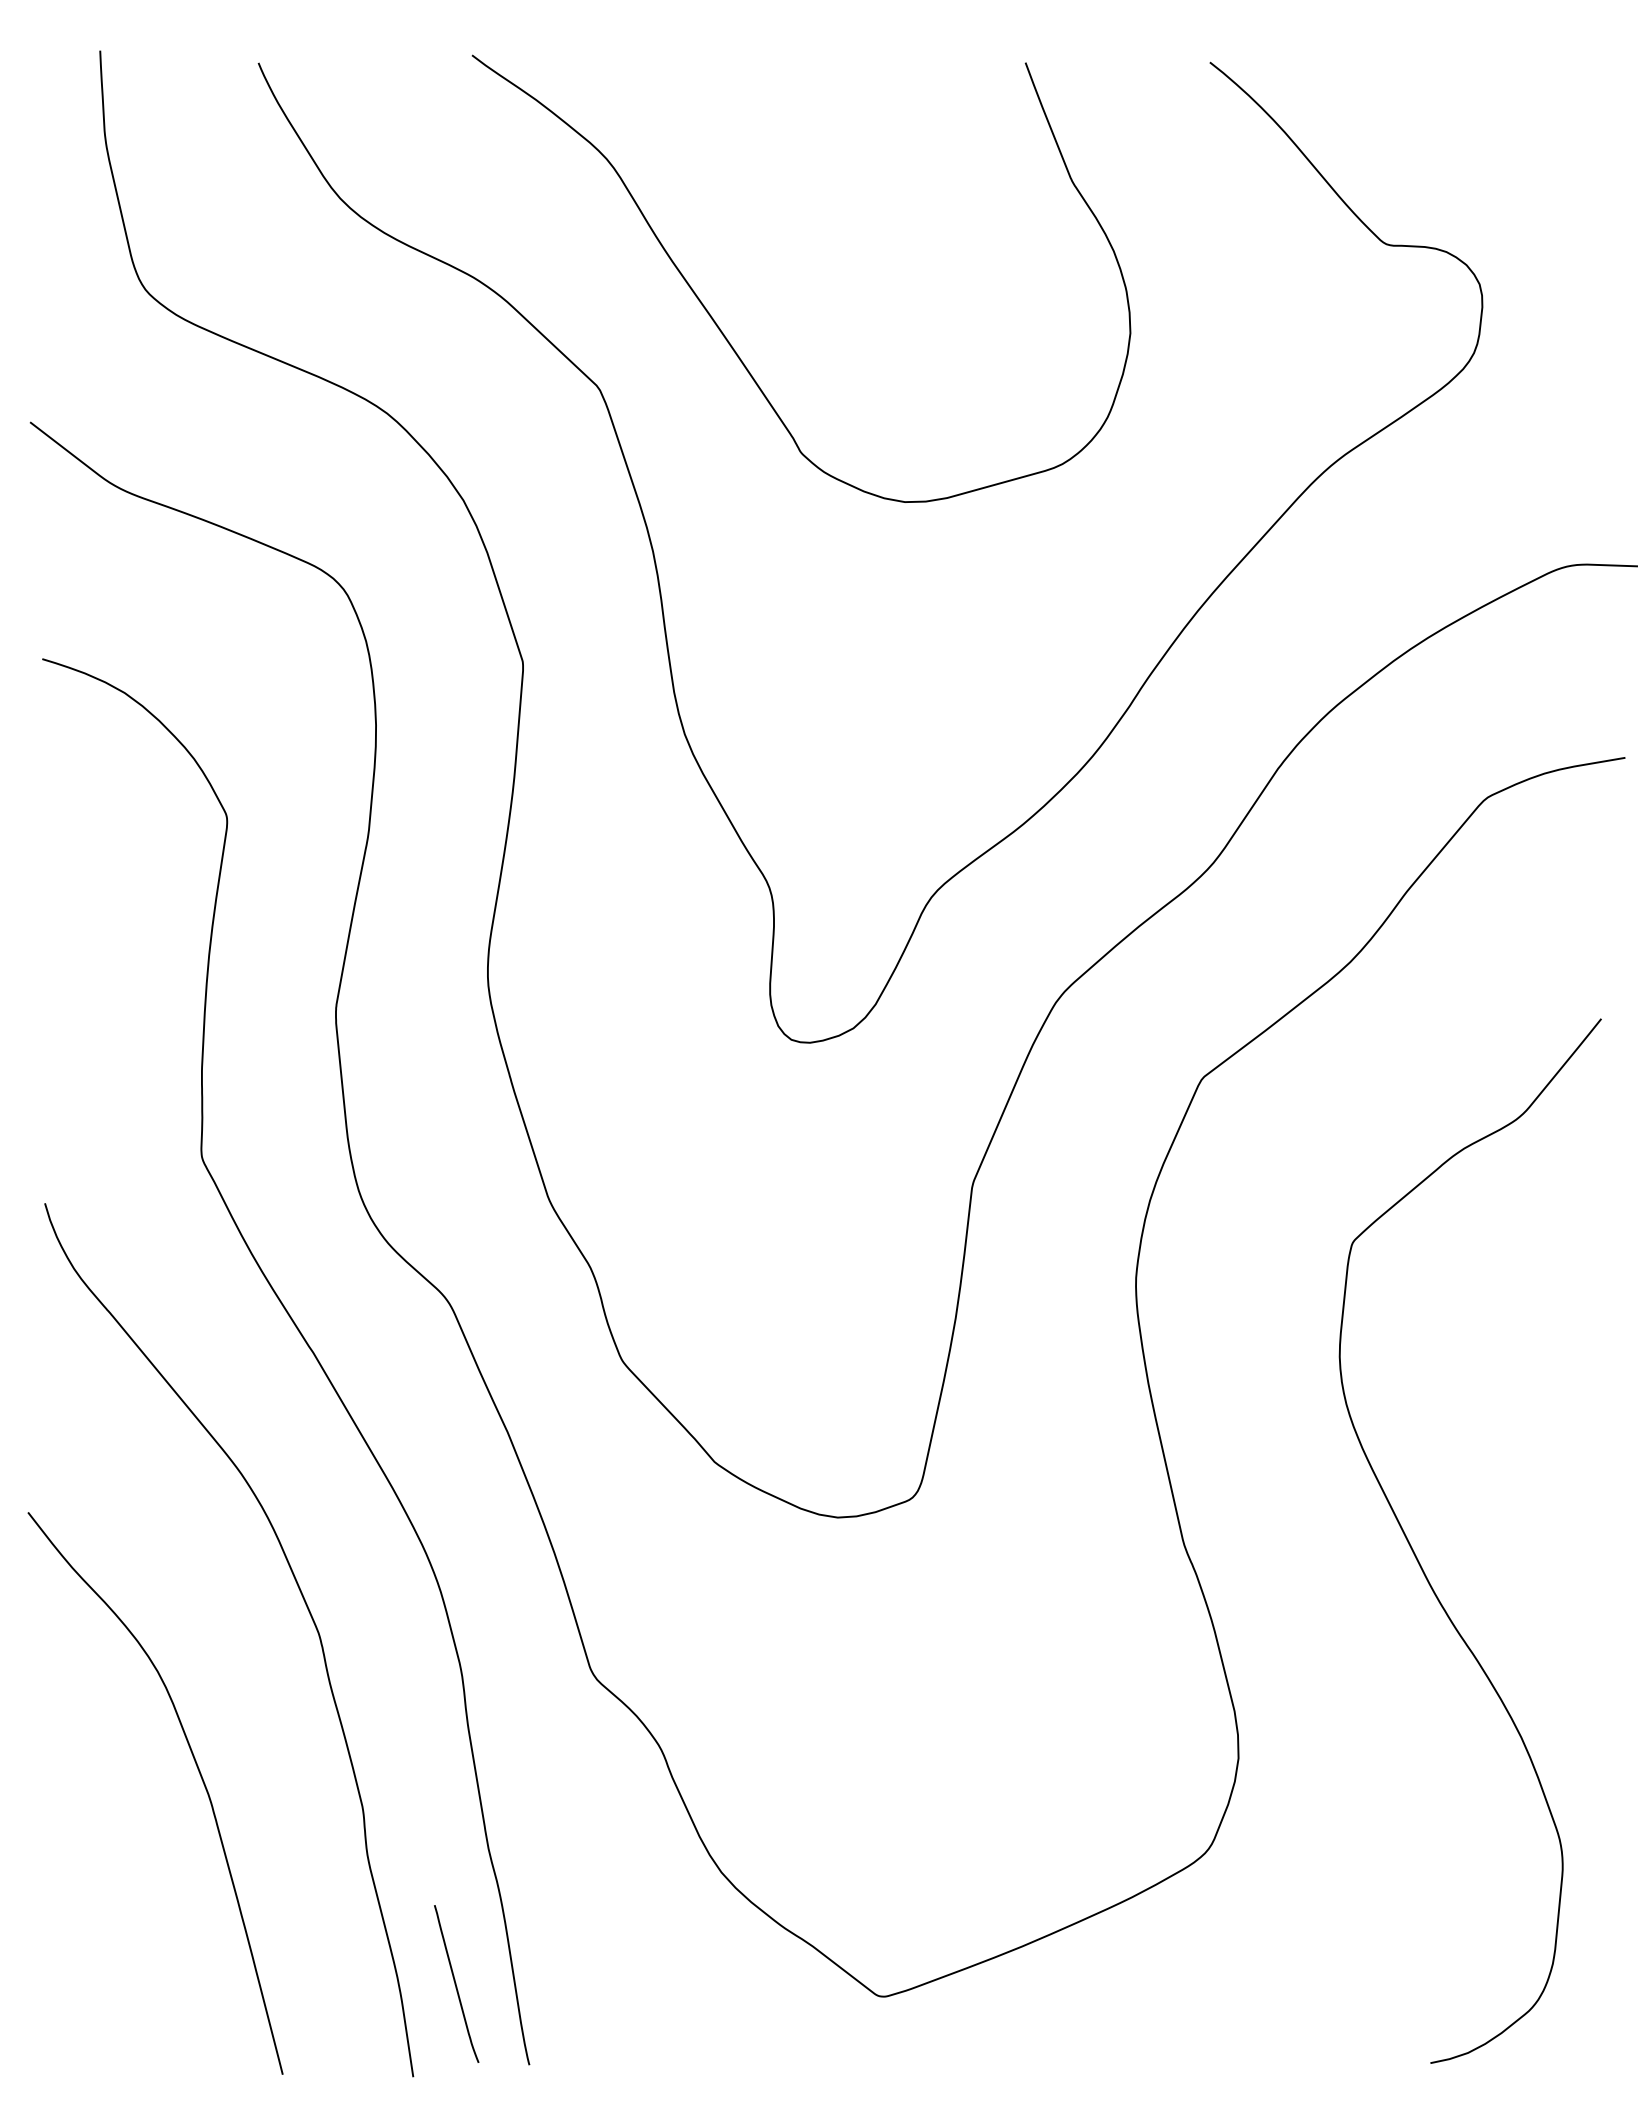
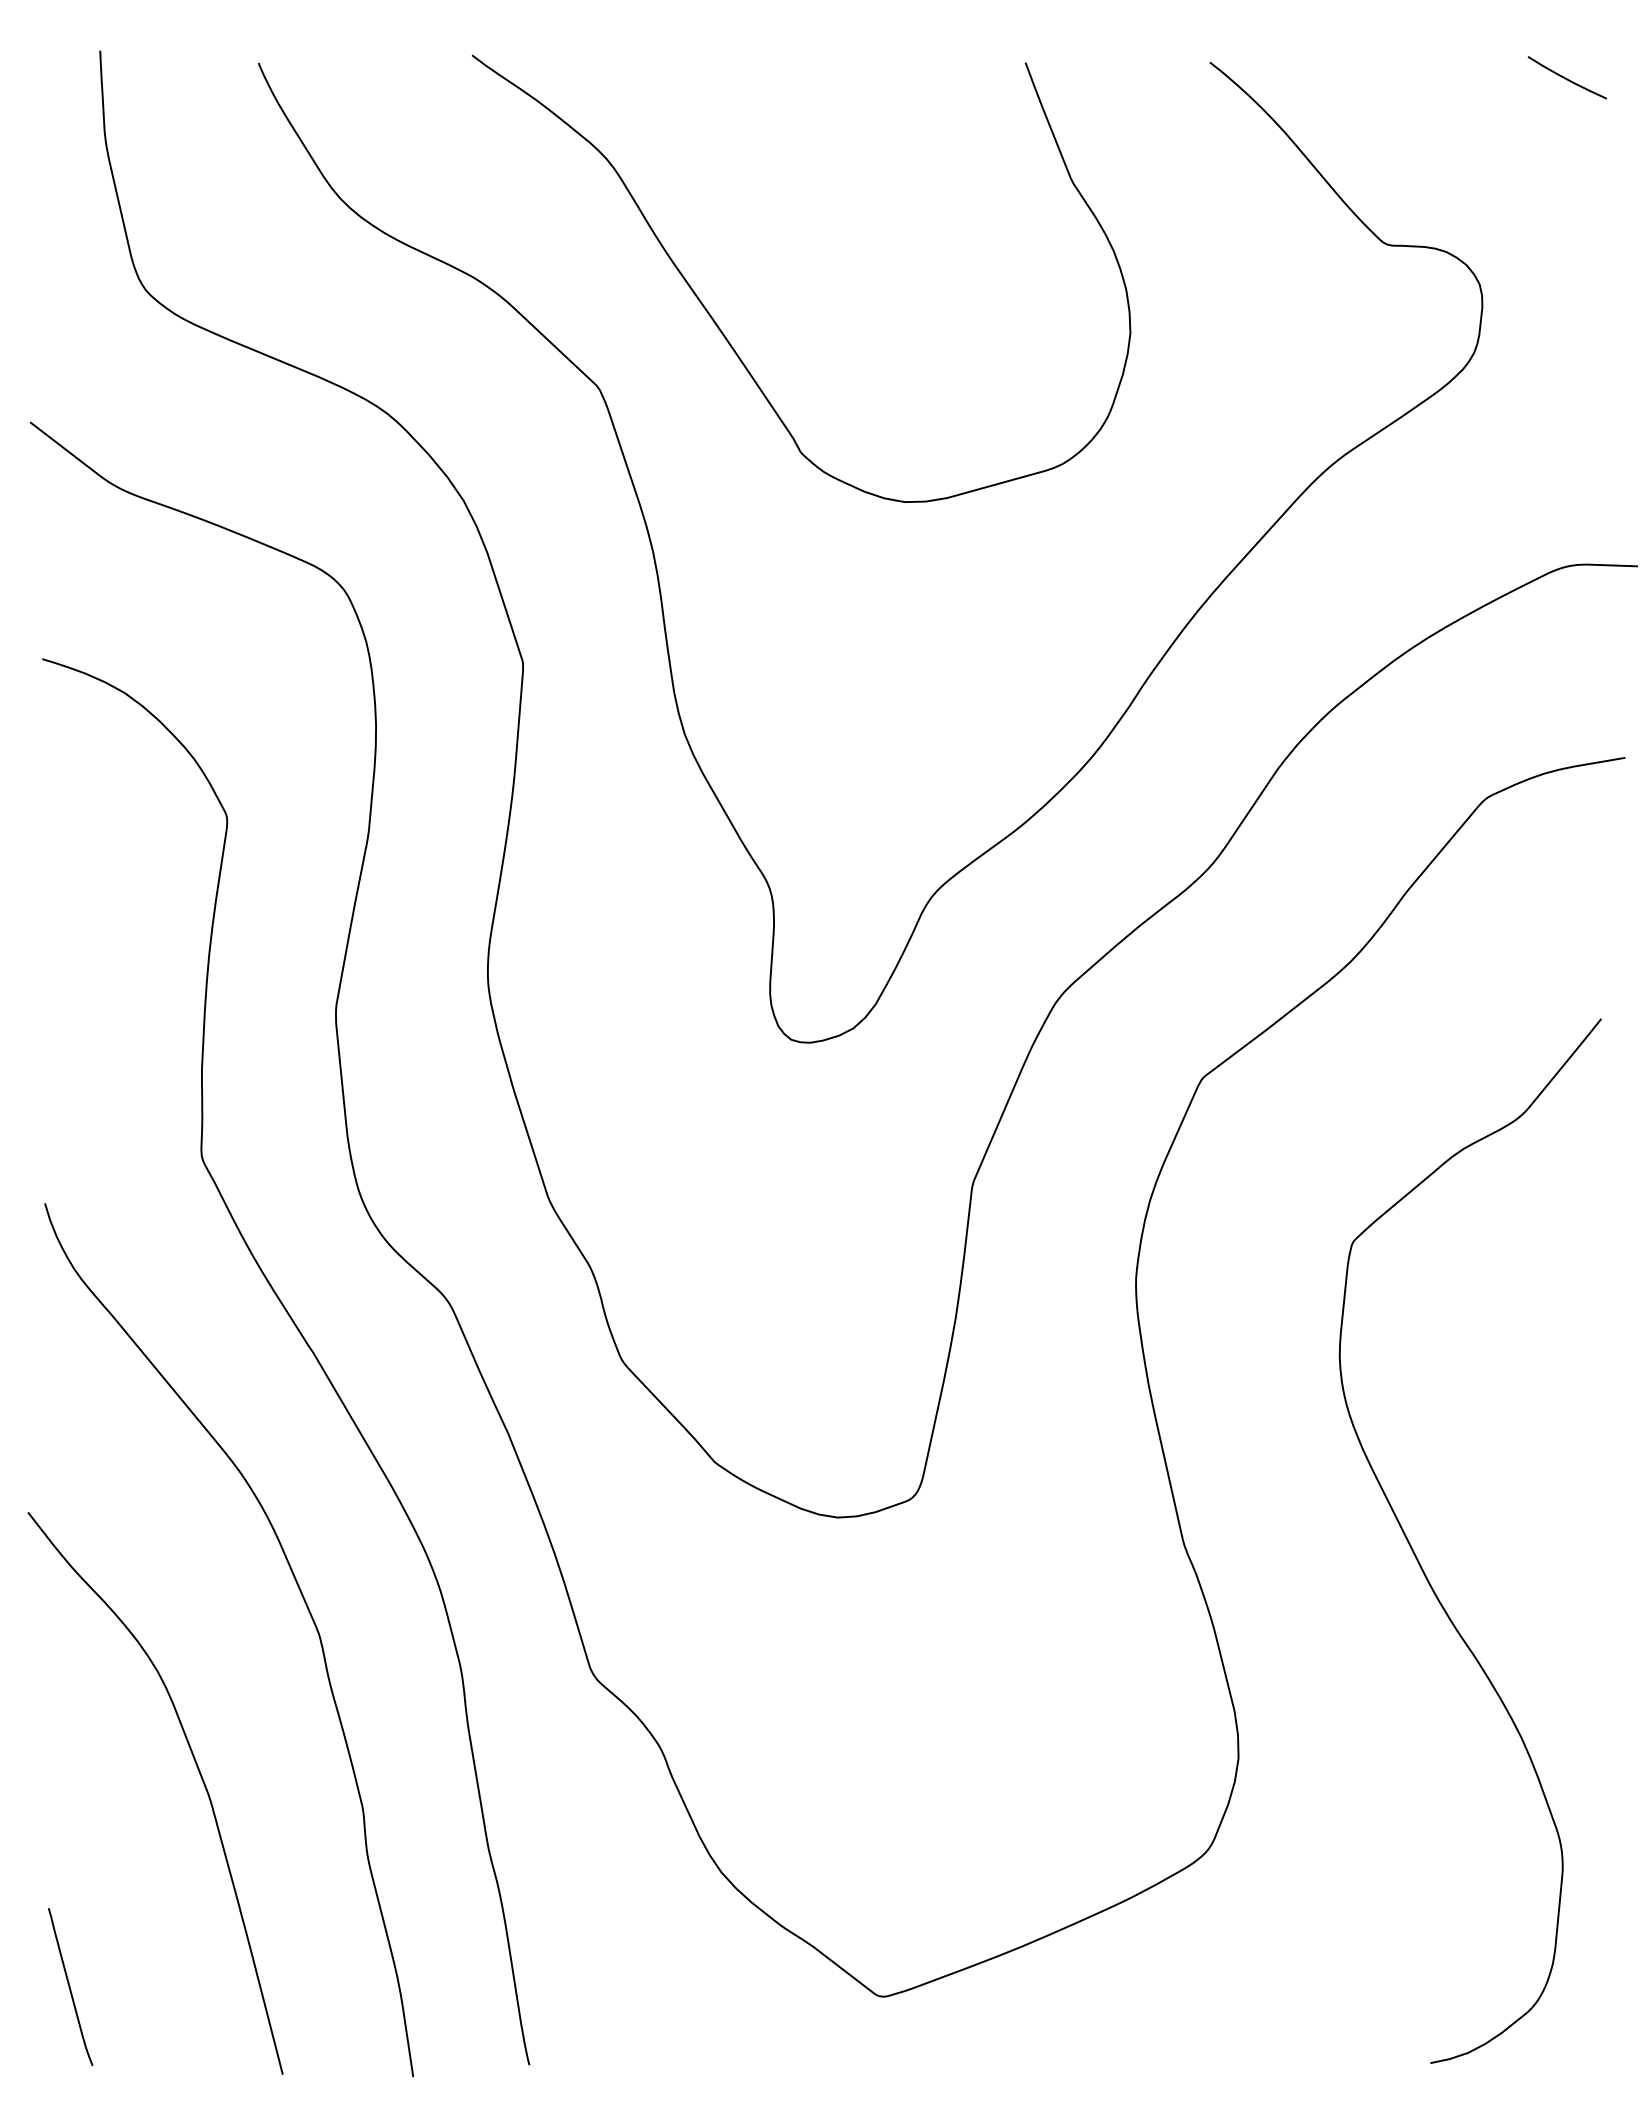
curve at (1565, 77): none -> present
curve at (456, 1983) position: (456, 1983) -> (70, 1986)
